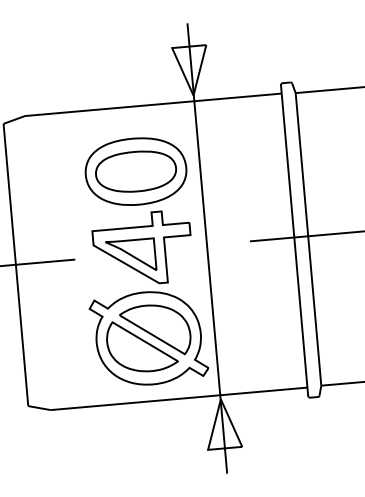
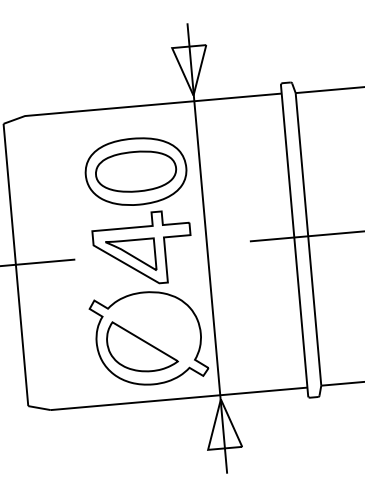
part at (155, 329): present -> none
